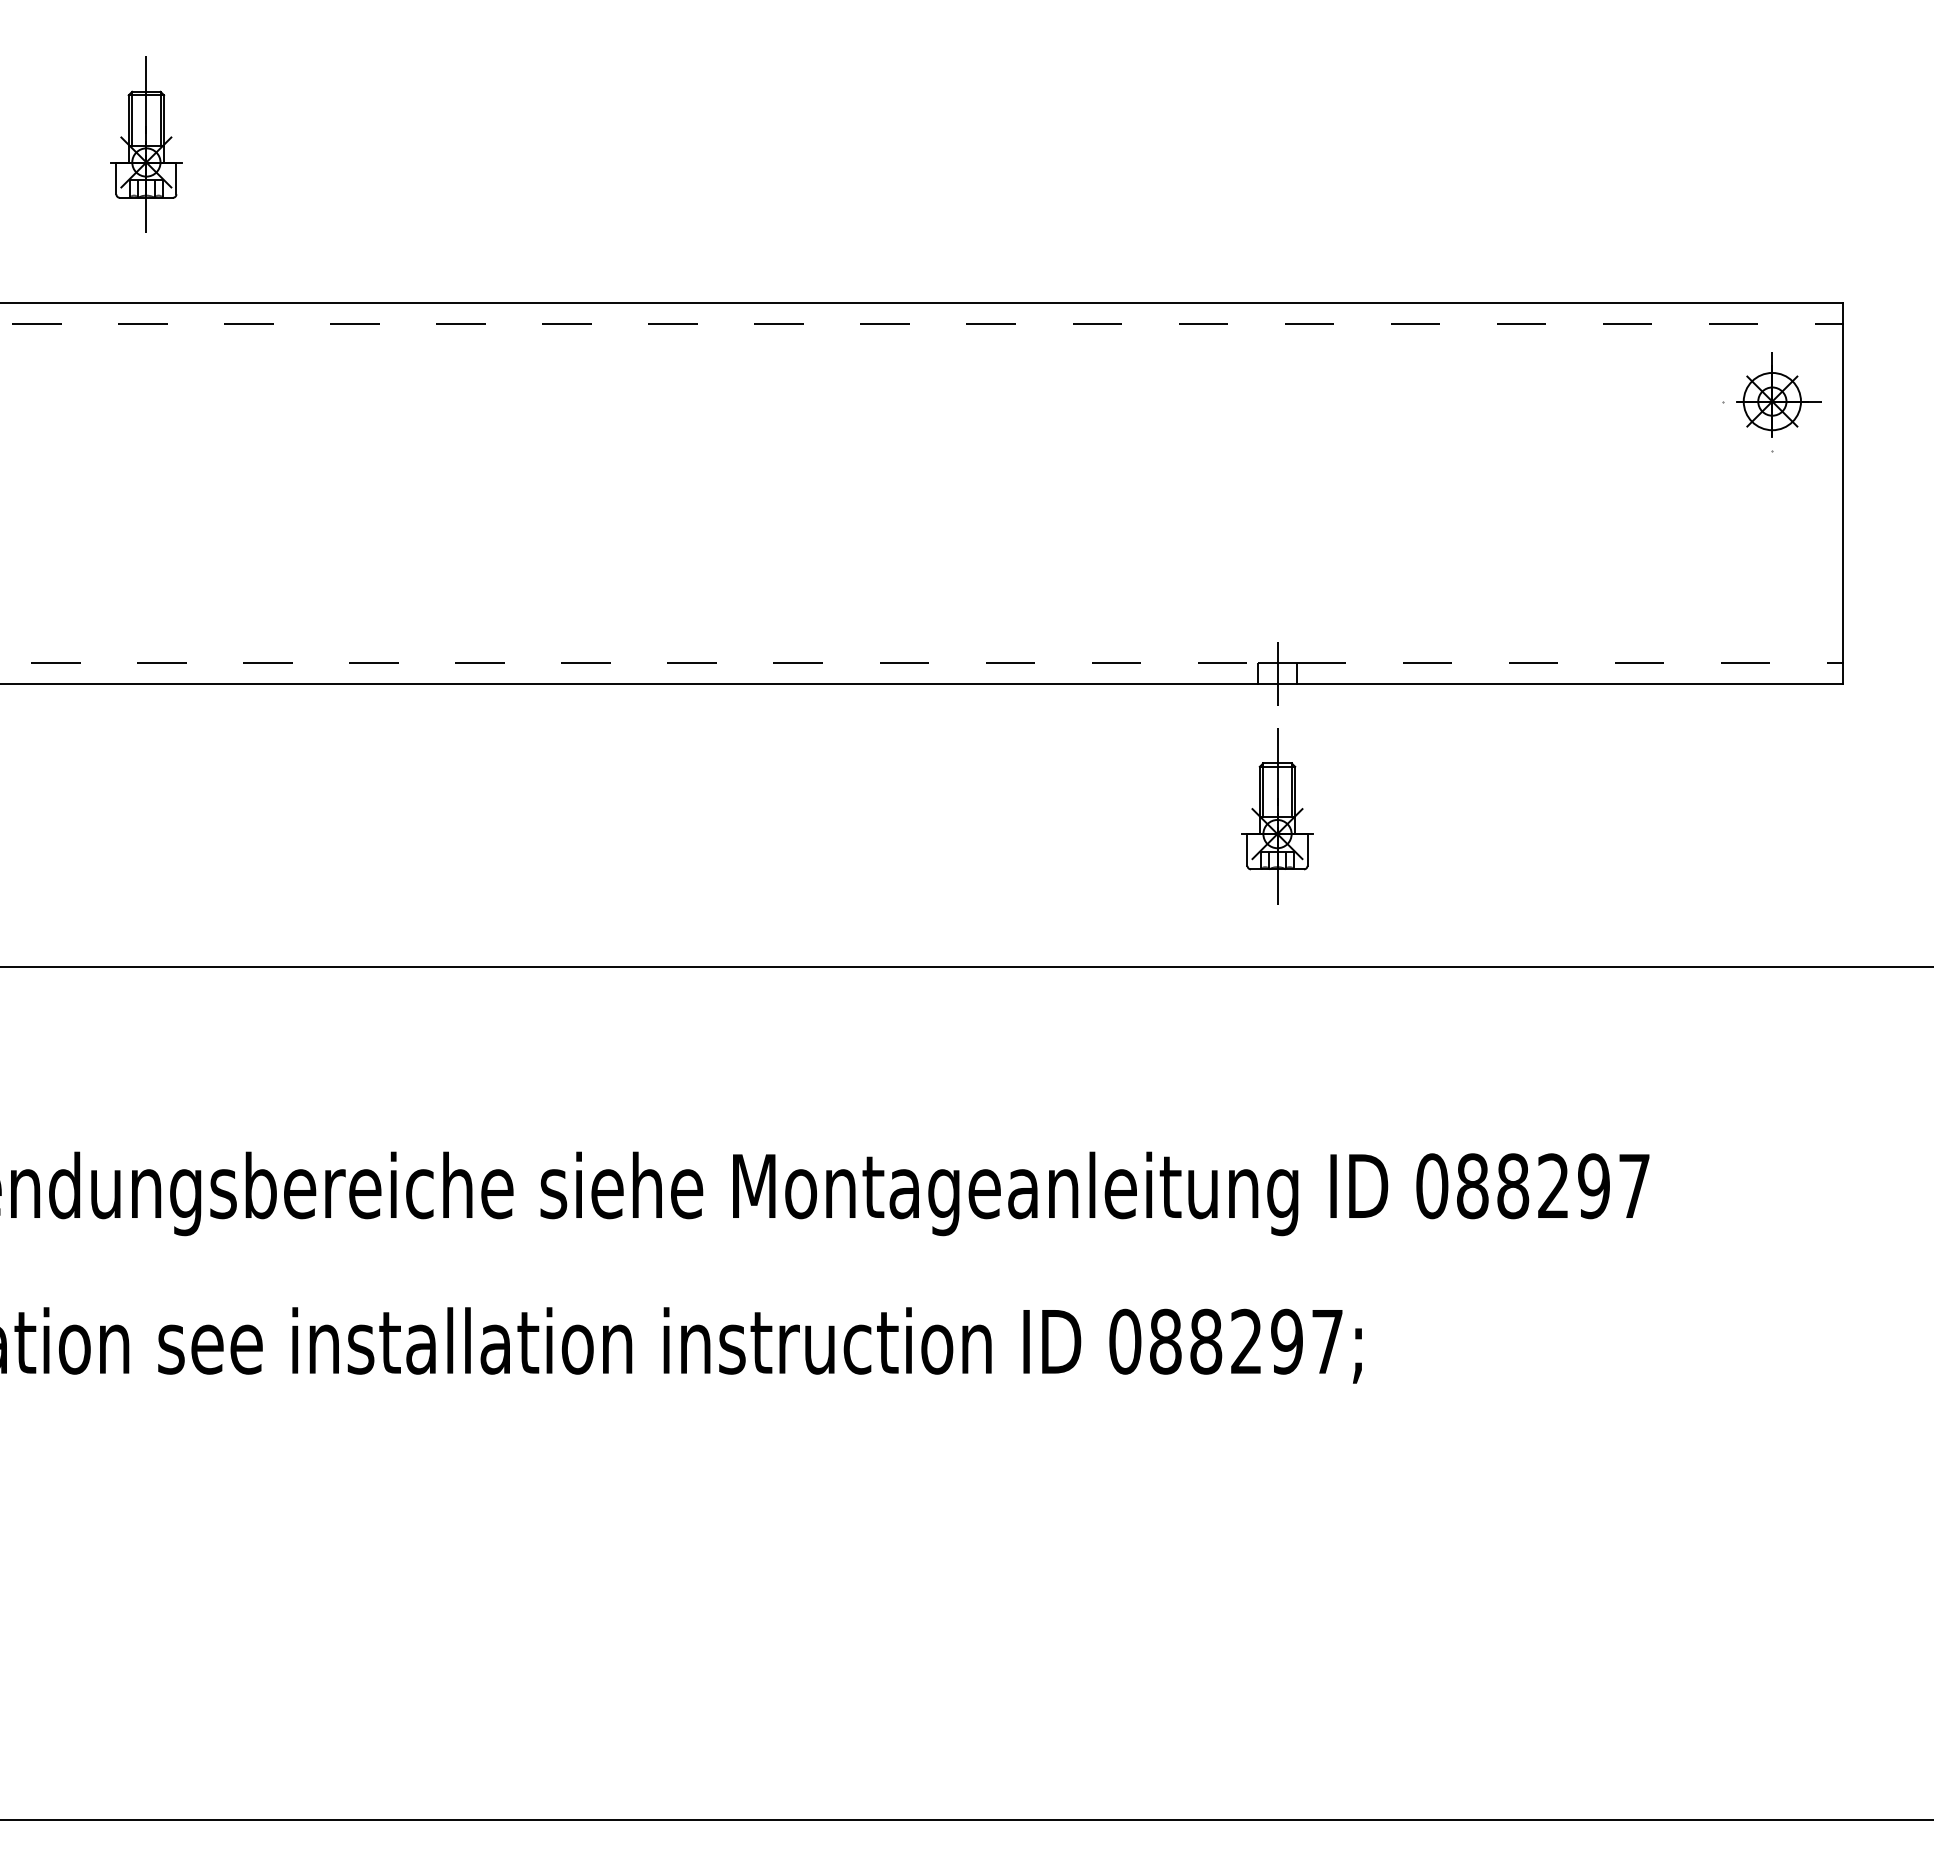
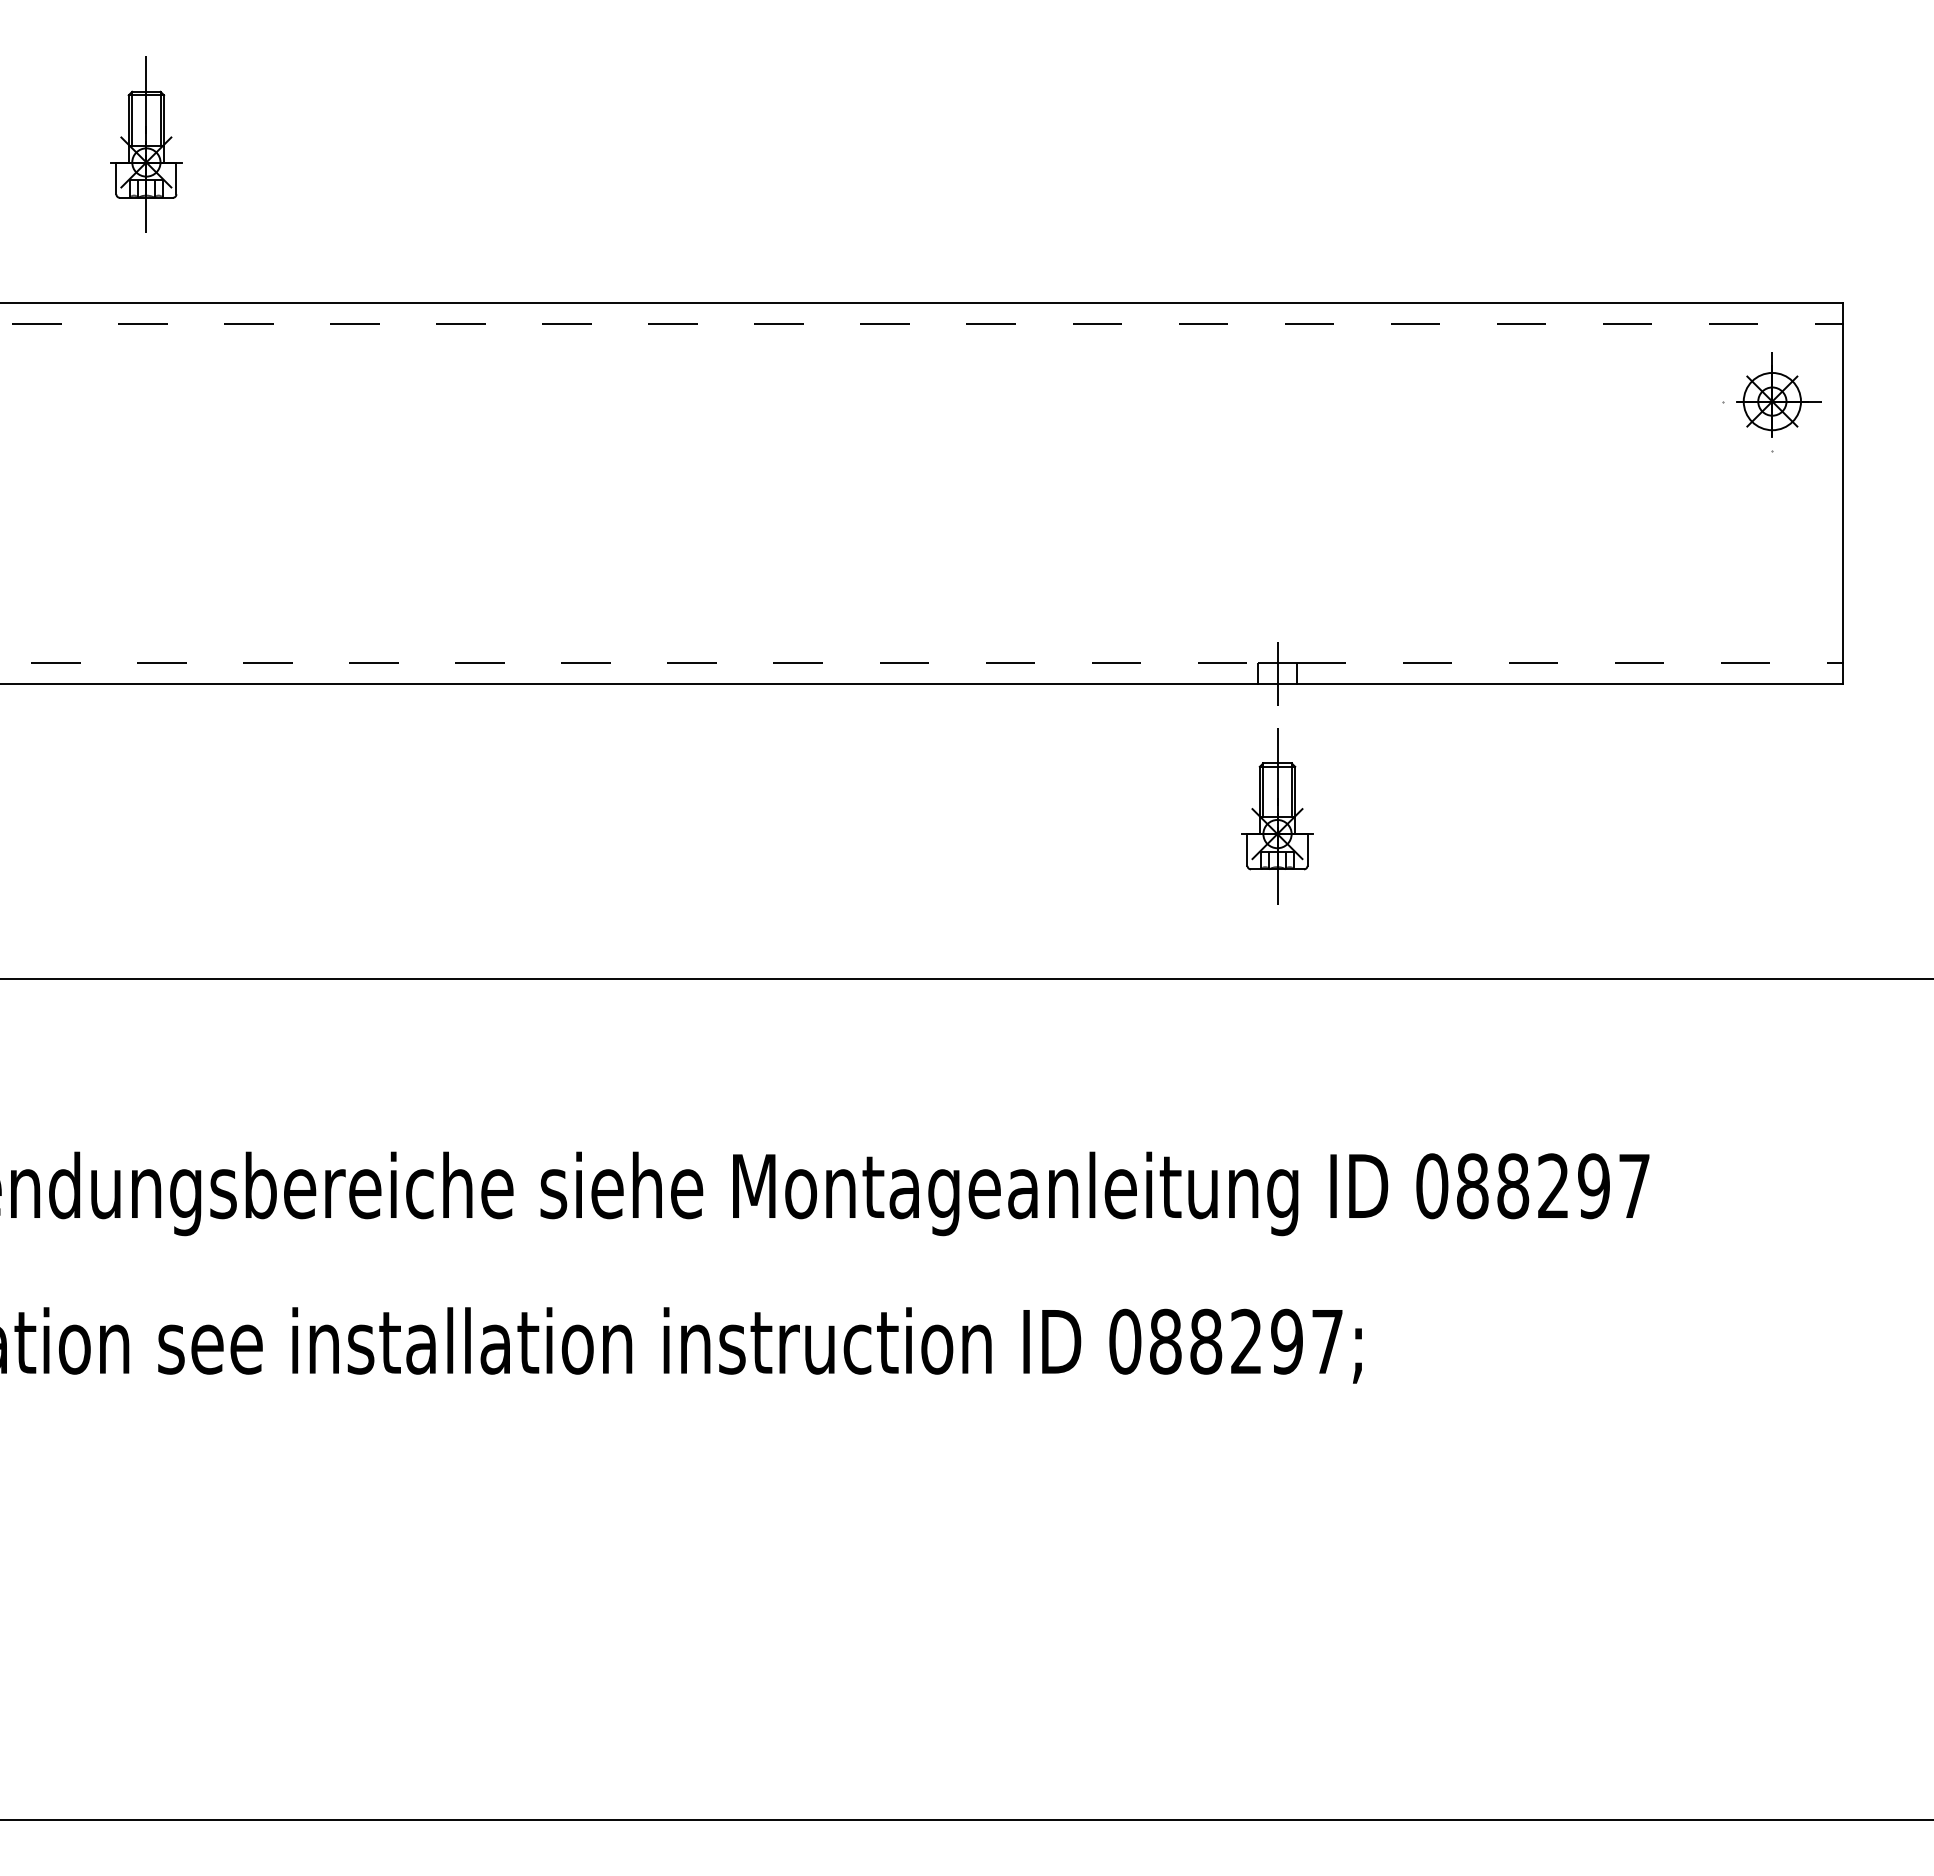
line at (966, 966) position: (966, 966) -> (966, 978)
